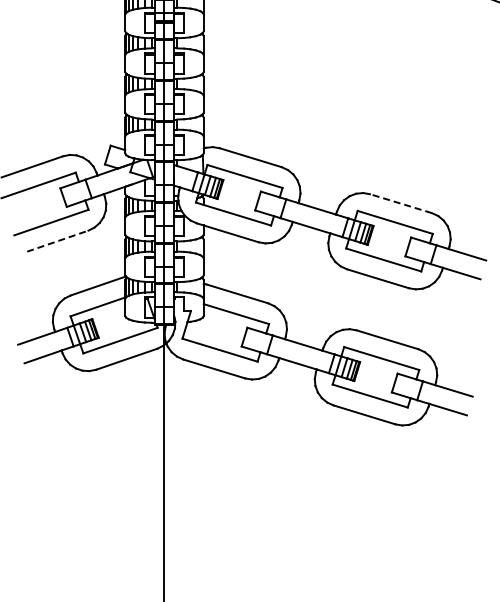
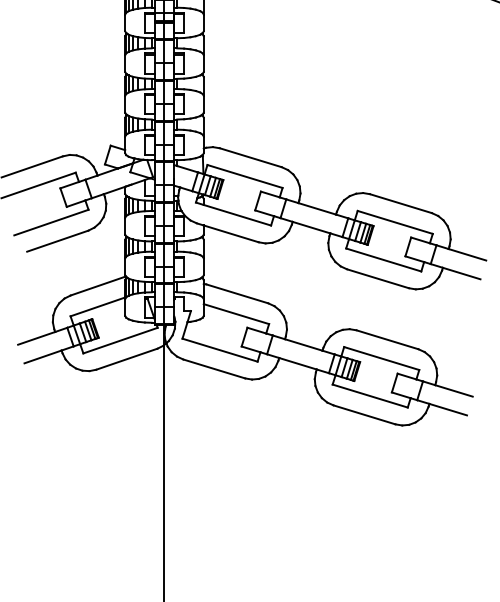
line at (400, 203): dashed -> solid
line at (58, 241): dashed -> solid
